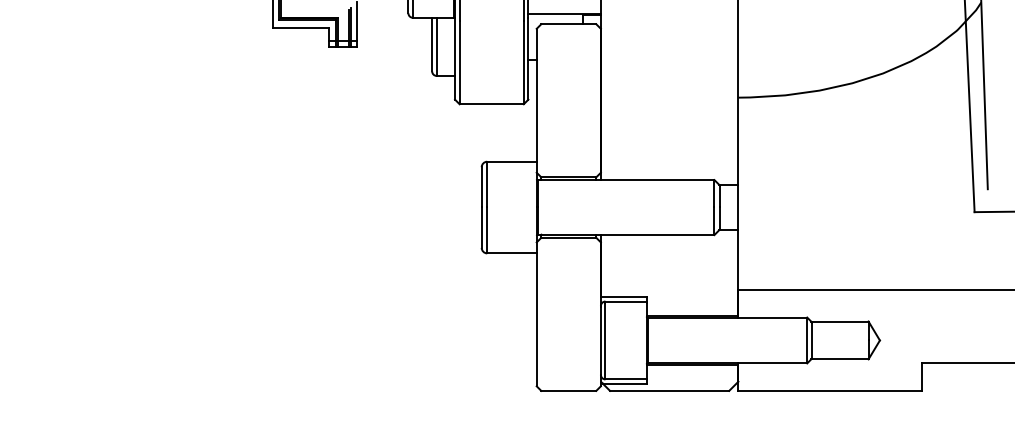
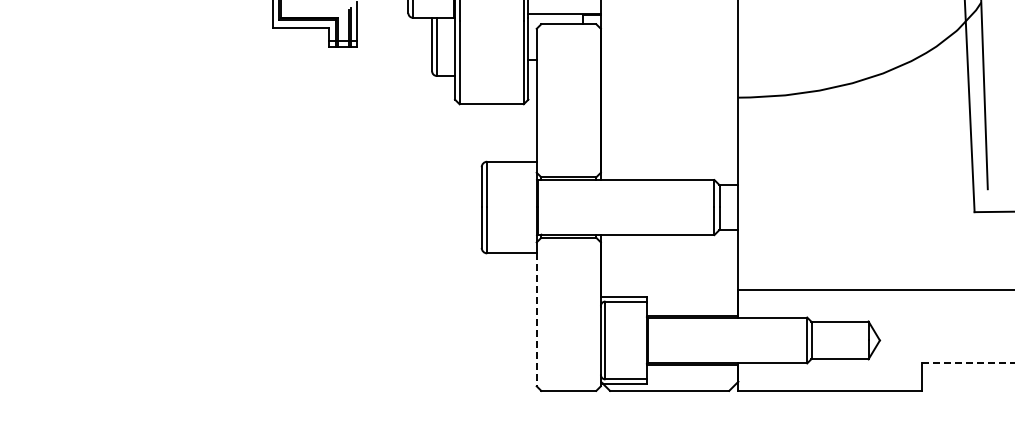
line at (536, 320): solid -> dashed
line at (968, 363): solid -> dashed
